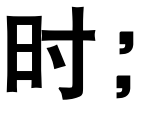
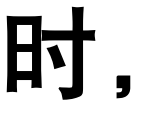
part at (126, 42): present -> none
